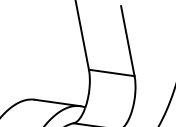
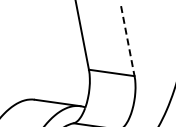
line at (127, 41): solid -> dashed
